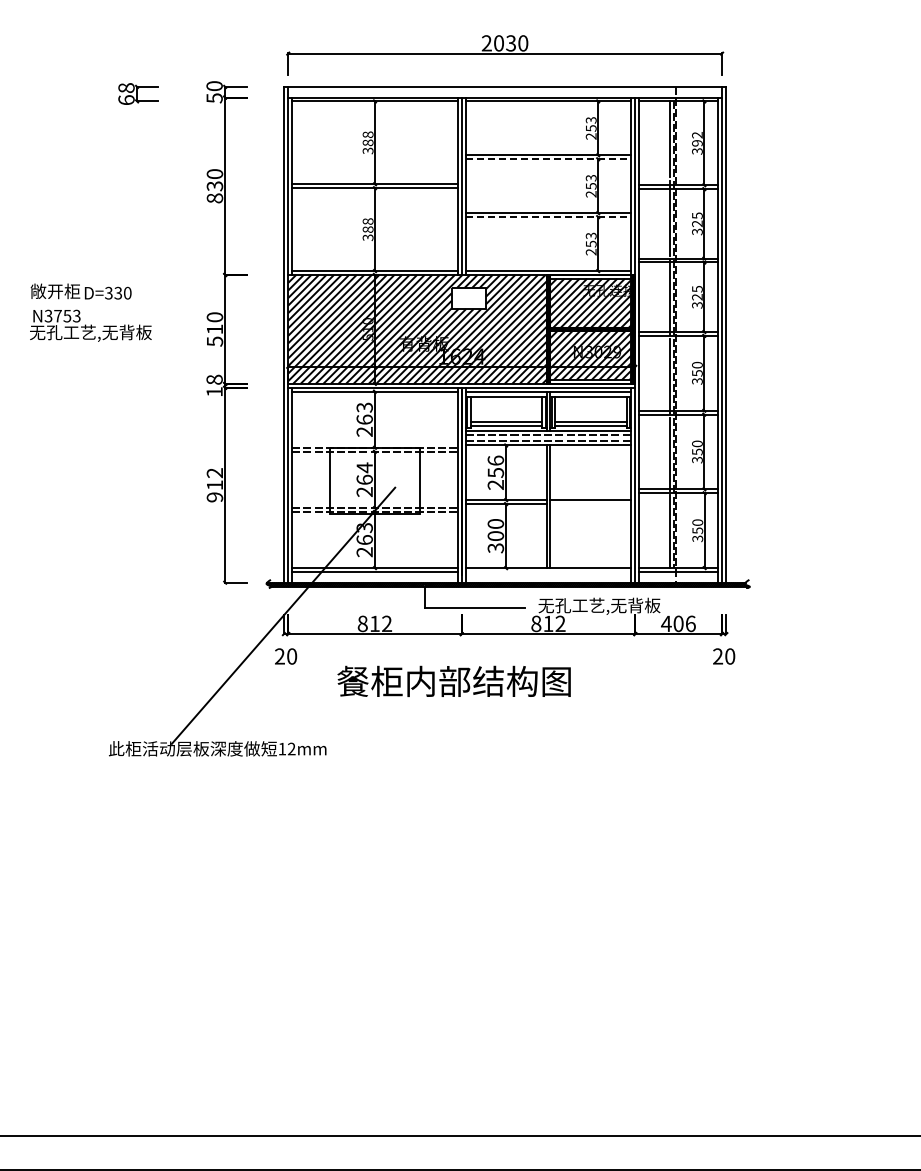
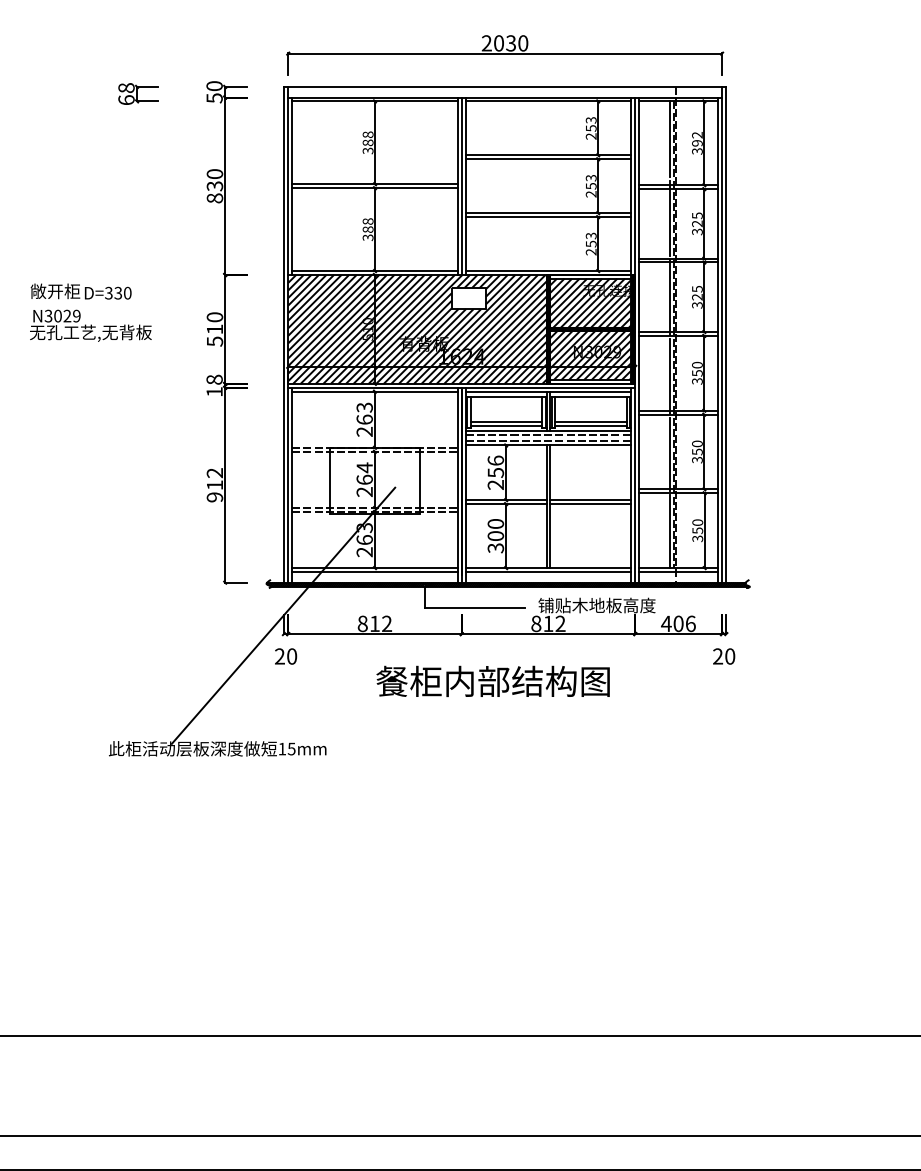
line at (548, 159): dashed -> solid
line at (548, 217): dashed -> solid
text at (67, 315): N3753 -> N3029
line at (590, 504): none -> present
line at (548, 572): none -> present
text at (599, 605): 无孔工艺,无背板 -> 铺贴木地板高度
text at (453, 680) position: (453, 680) -> (492, 680)
text at (291, 748): 12mm -> 15mm
line at (459, 1035): none -> present
